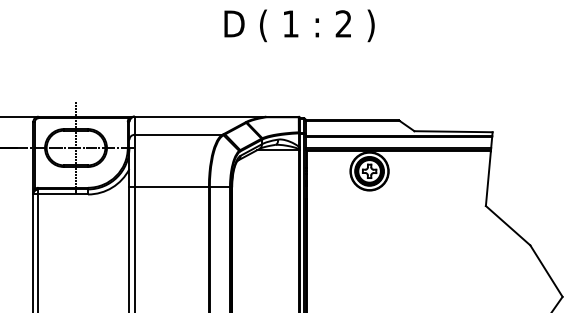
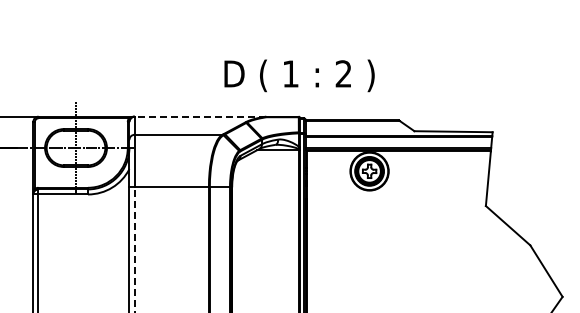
text at (299, 25) position: (299, 25) -> (299, 75)
line at (199, 116): solid -> dashed
line at (134, 249): solid -> dashed
